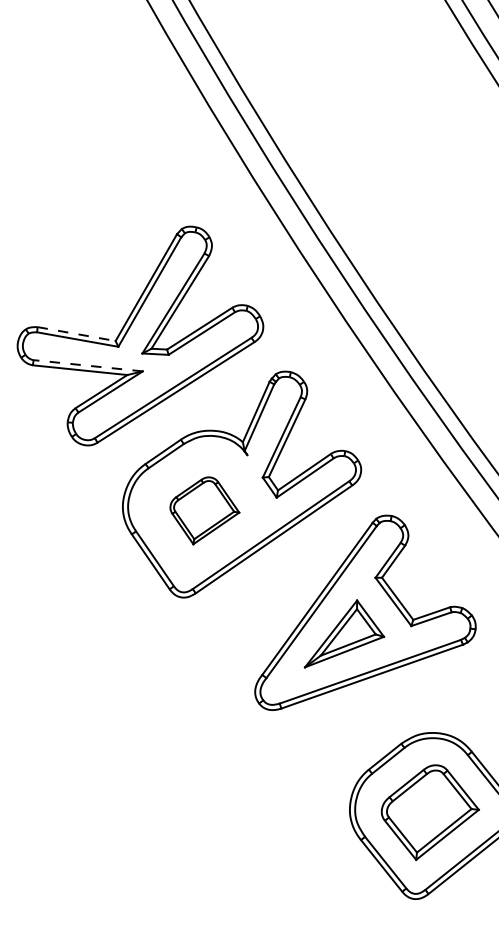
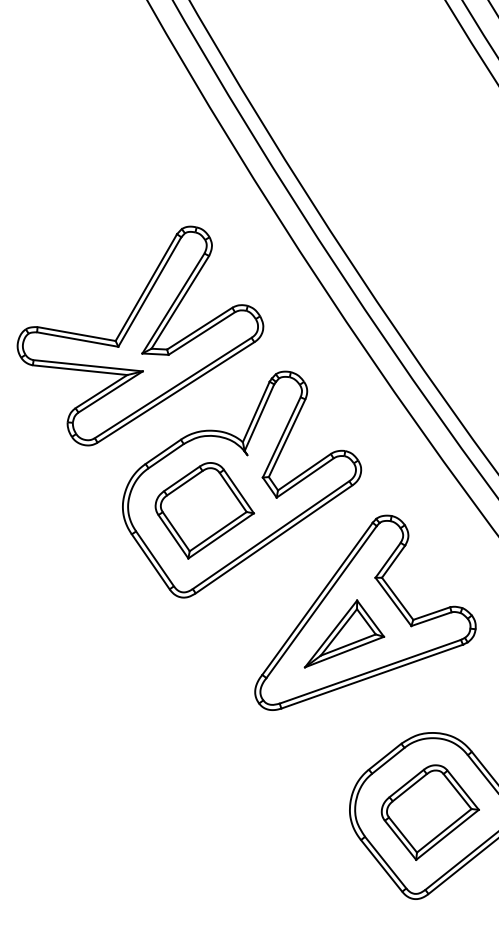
line at (76, 334): dashed -> solid
line at (88, 365): dashed -> solid
part at (204, 510) size: 72x70 px -> 102x98 px
